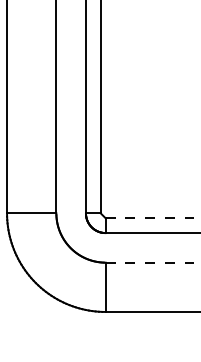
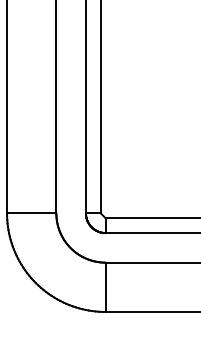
line at (152, 218): dashed -> solid
line at (153, 262): dashed -> solid
